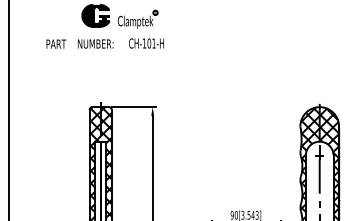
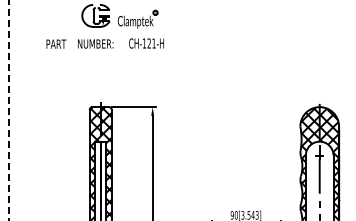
fill at (95, 15): present -> none
text at (149, 43): CH-101-H -> CH-121-H
line at (9, 110): solid -> dashed
